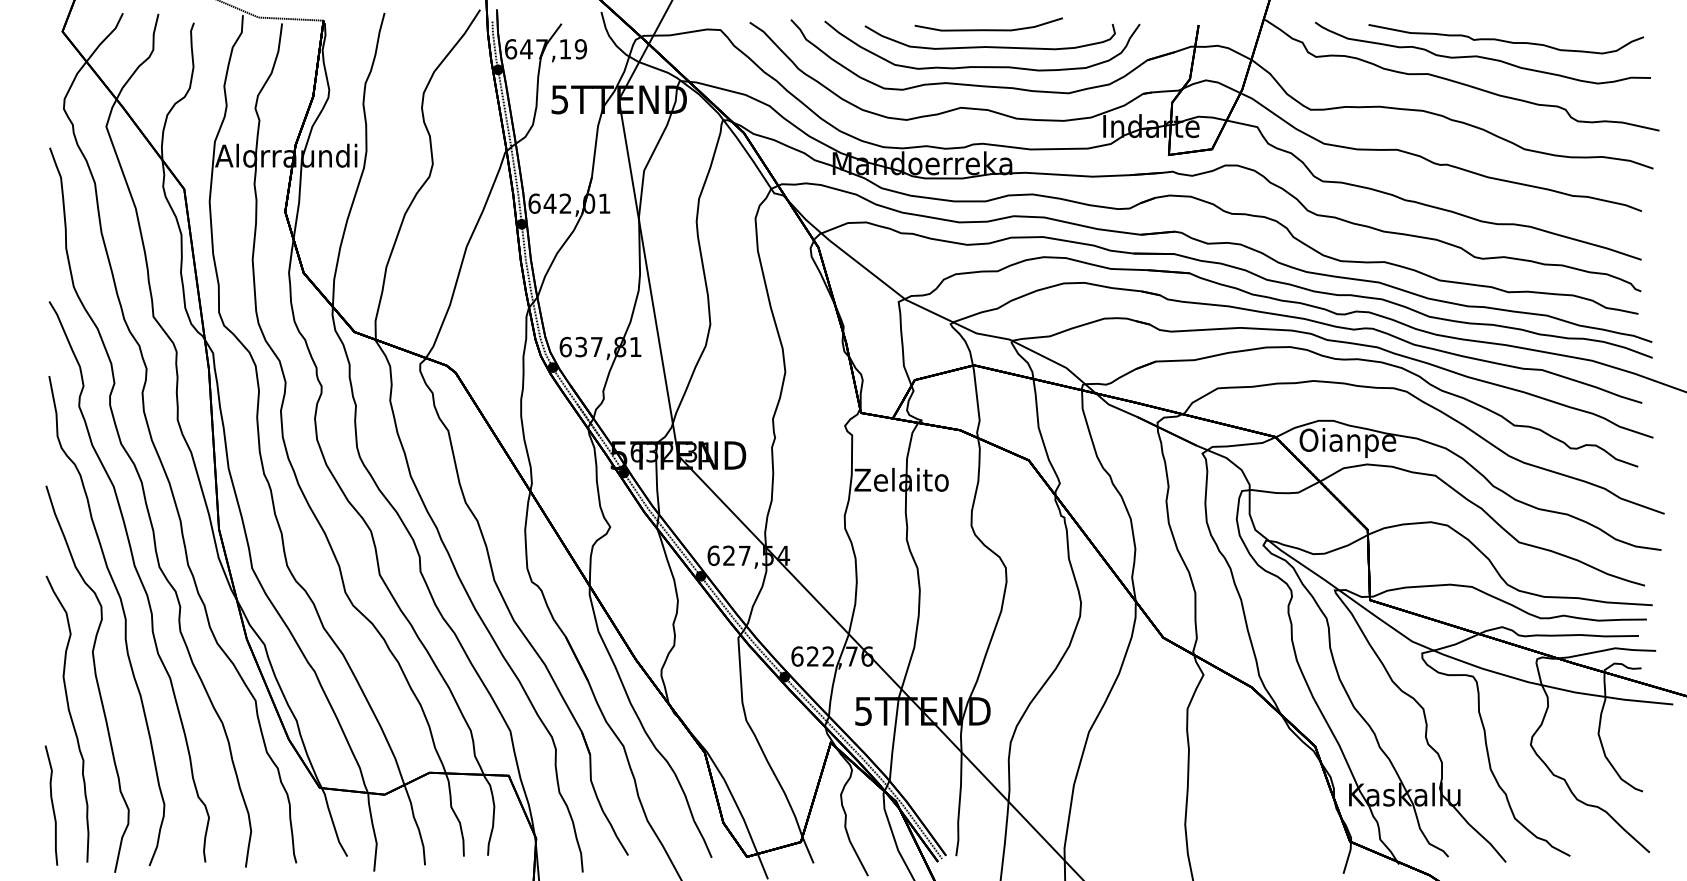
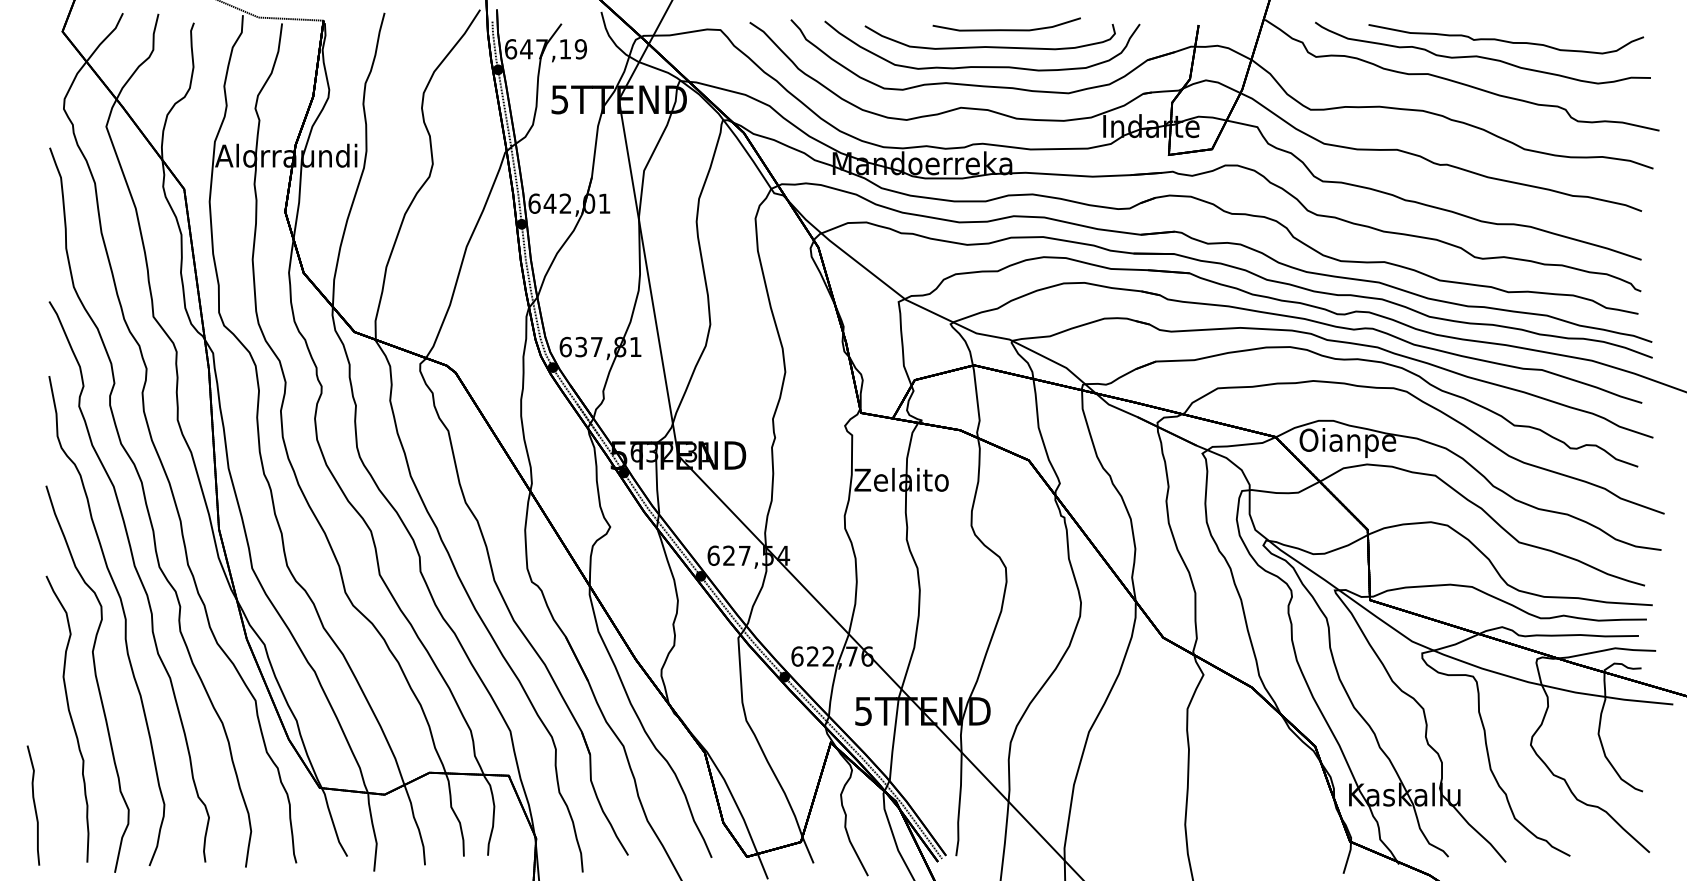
part at (988, 24) position: (988, 24) -> (1006, 24)
part at (51, 805) position: (51, 805) -> (33, 805)
